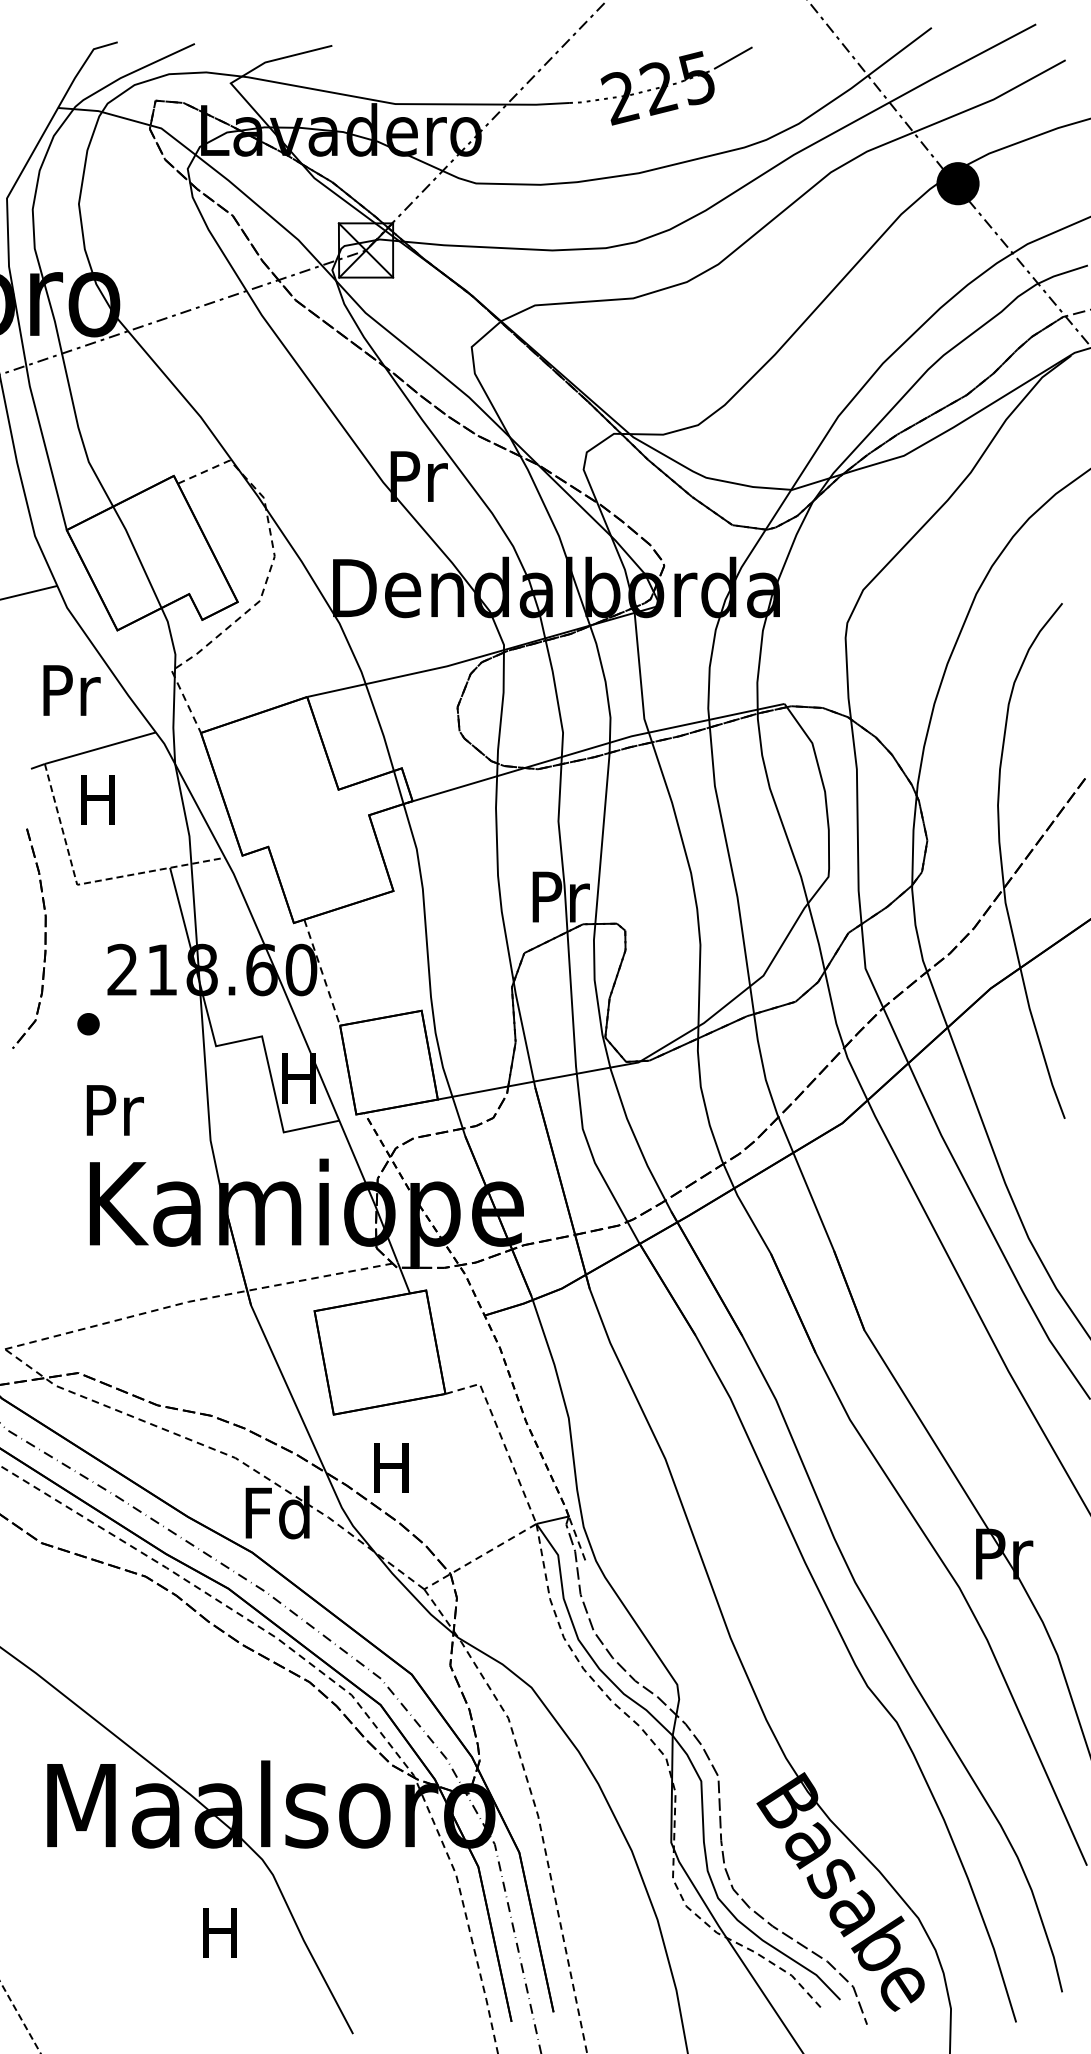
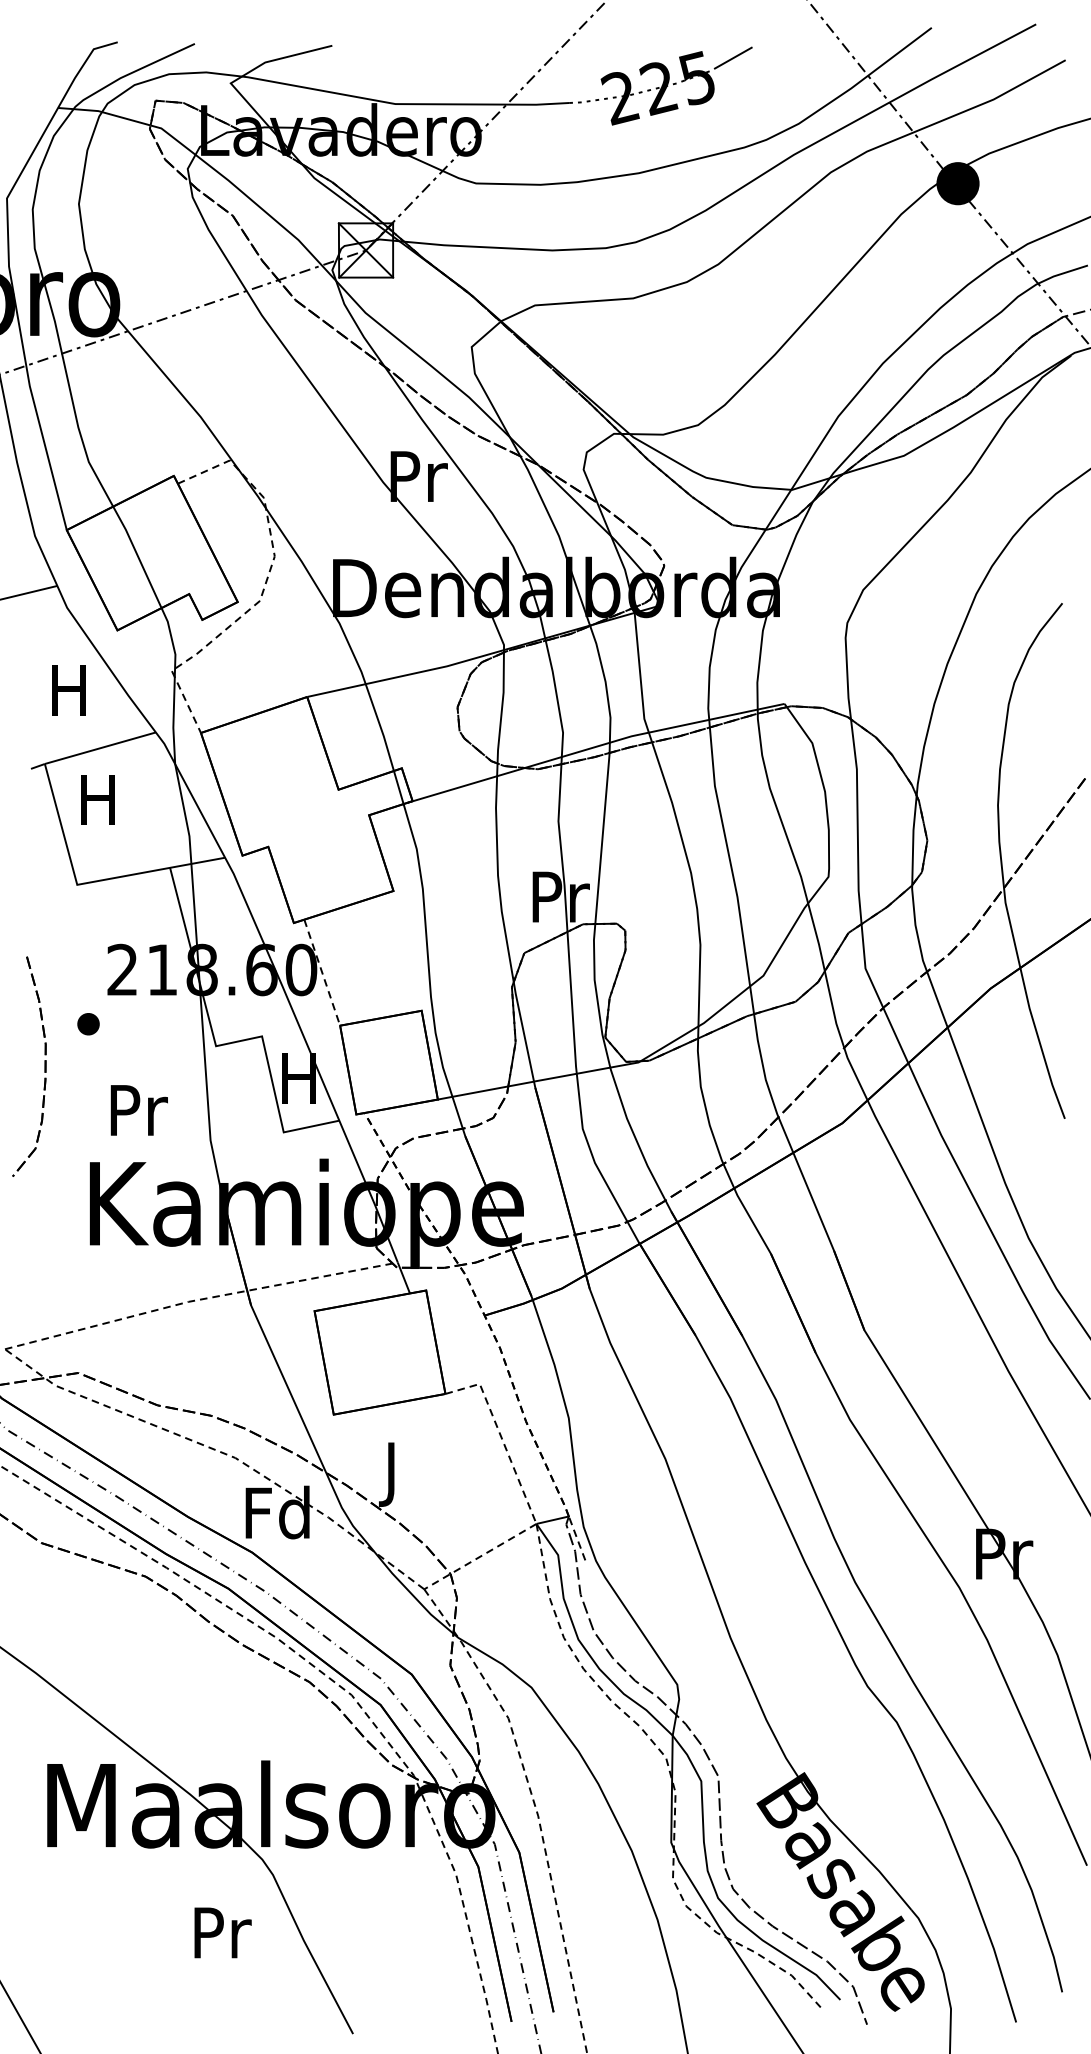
text at (71, 690): Pr -> H
line at (89, 882): dashed -> solid
part at (44, 938) position: (44, 938) -> (44, 1066)
text at (114, 1110) position: (114, 1110) -> (138, 1110)
text at (391, 1474): H -> J
text at (222, 1932): H -> Pr
line at (20, 2017): dashed -> solid
